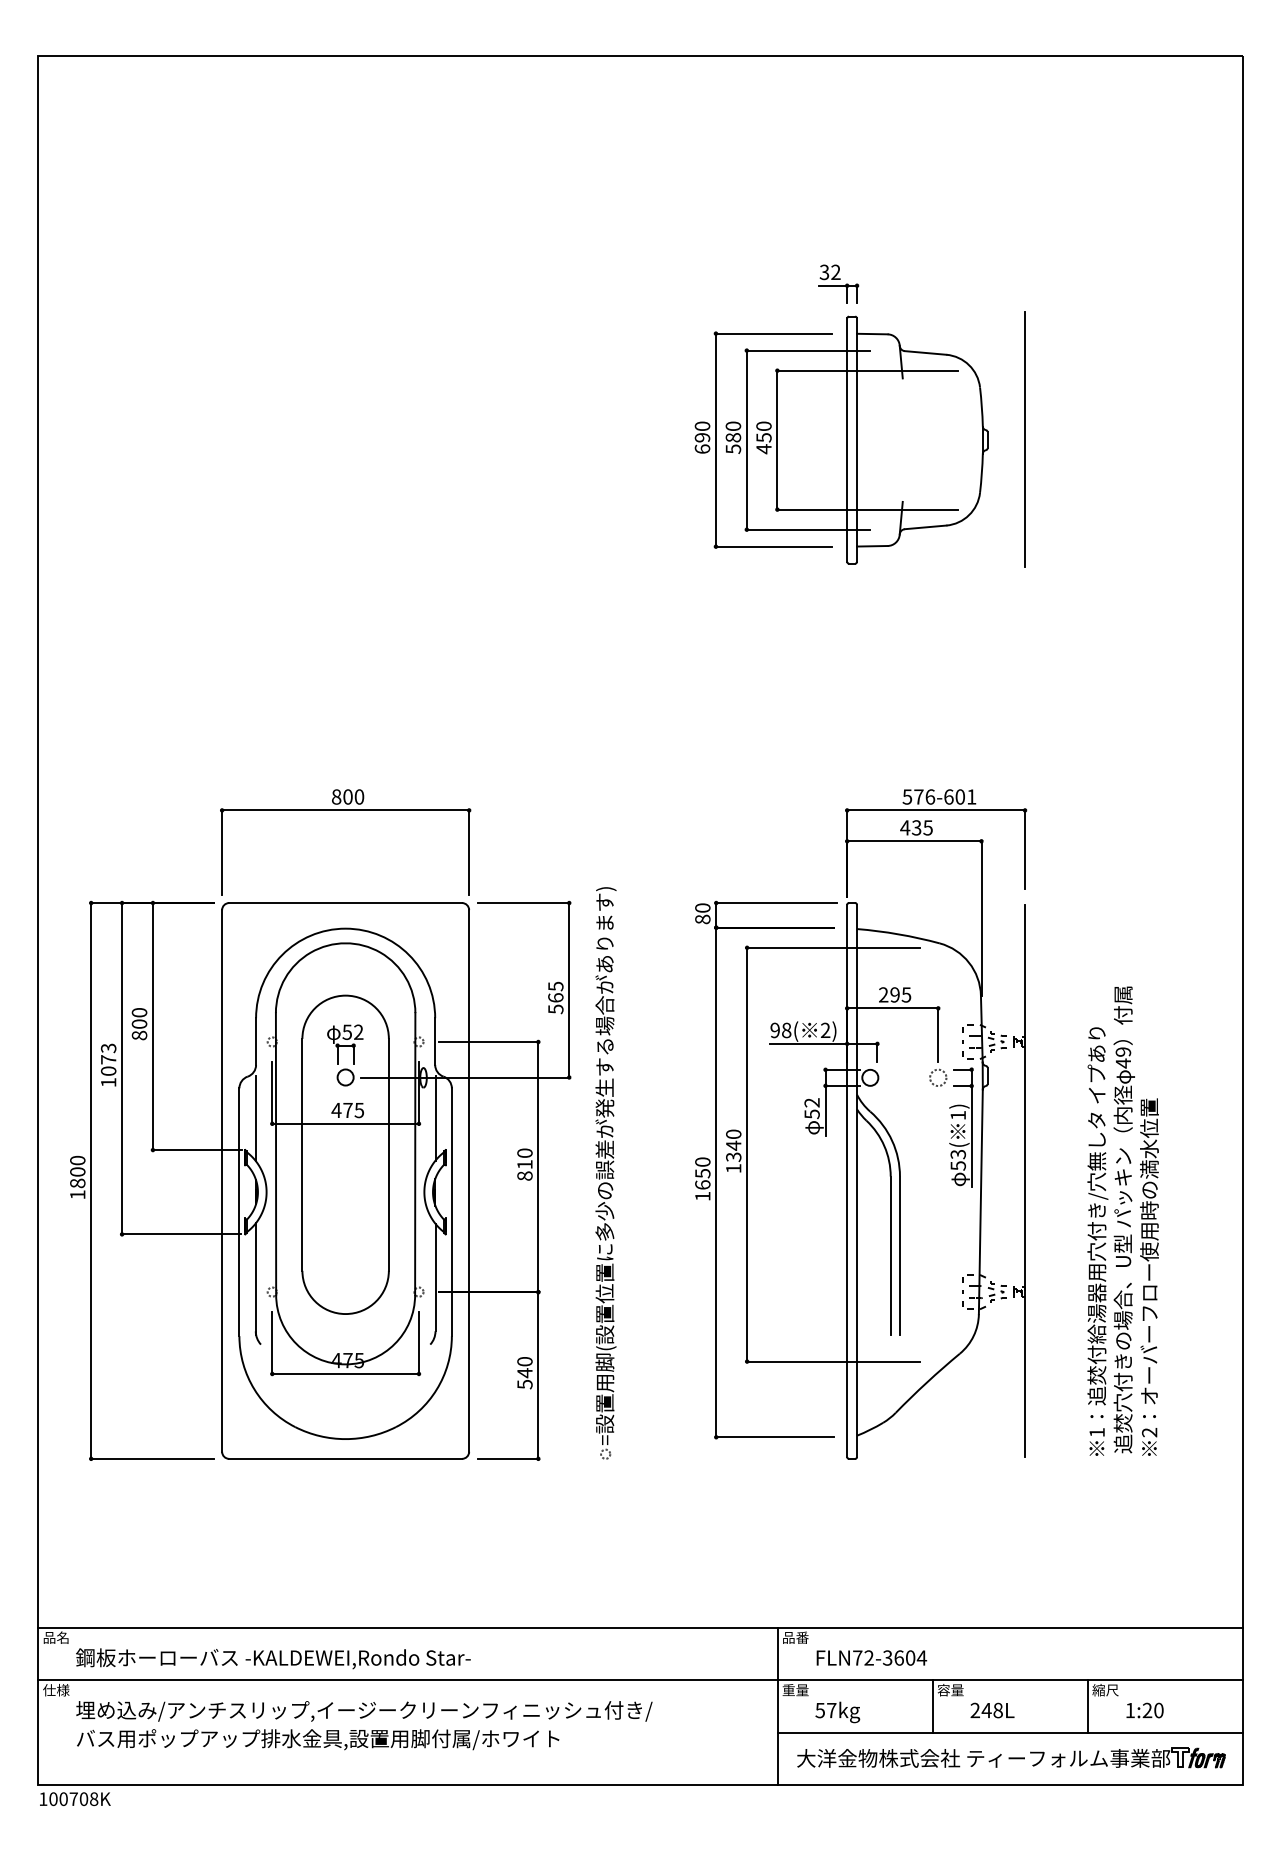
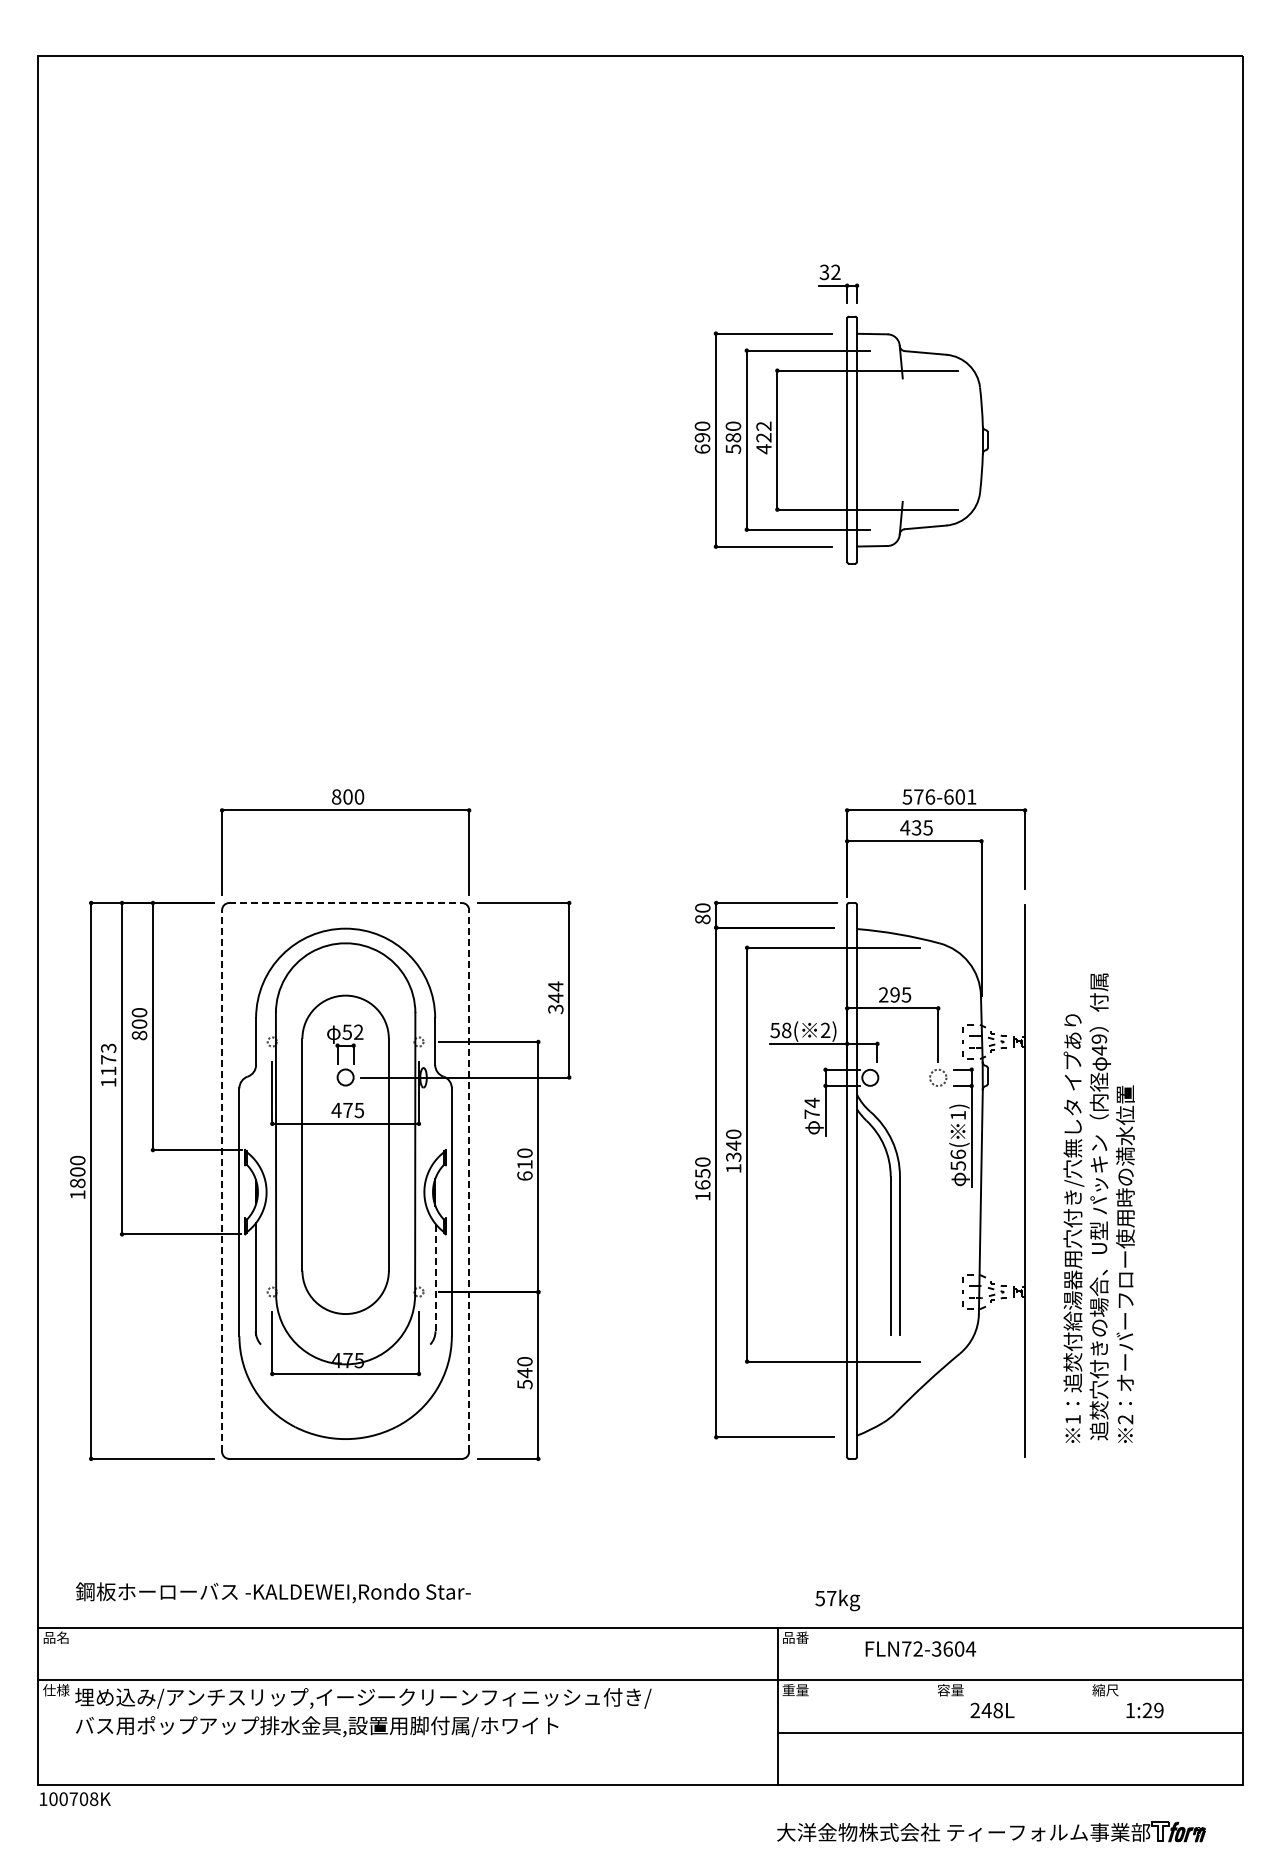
text at (763, 431): 450 -> 422
line at (1025, 439): present -> none
line at (346, 903): solid -> dashed
text at (555, 997): 565 -> 344
text at (774, 1030): 98( -> 58(
text at (108, 1070): 1073 -> 1173
text at (811, 1108): 52 -> 74
line at (435, 1117): present -> none
line at (255, 1118): present -> none
text at (957, 1154): 53( -> 56(
part at (605, 1173): present -> none
text at (524, 1175): 810 -> 610
line at (222, 1180): solid -> dashed
line at (469, 1180): solid -> dashed
text at (1122, 1220) position: (1122, 1220) -> (1098, 1207)
line at (435, 1277): solid -> dashed
text at (871, 1657) position: (871, 1657) -> (920, 1648)
text at (273, 1658) position: (273, 1658) -> (273, 1592)
line at (932, 1706): present -> none
line at (1087, 1706): present -> none
text at (1158, 1710): 1:20 -> 1:29
text at (837, 1712) position: (837, 1712) -> (837, 1600)
text at (364, 1725) position: (364, 1725) -> (363, 1712)
part at (1011, 1757) position: (1011, 1757) -> (991, 1831)
